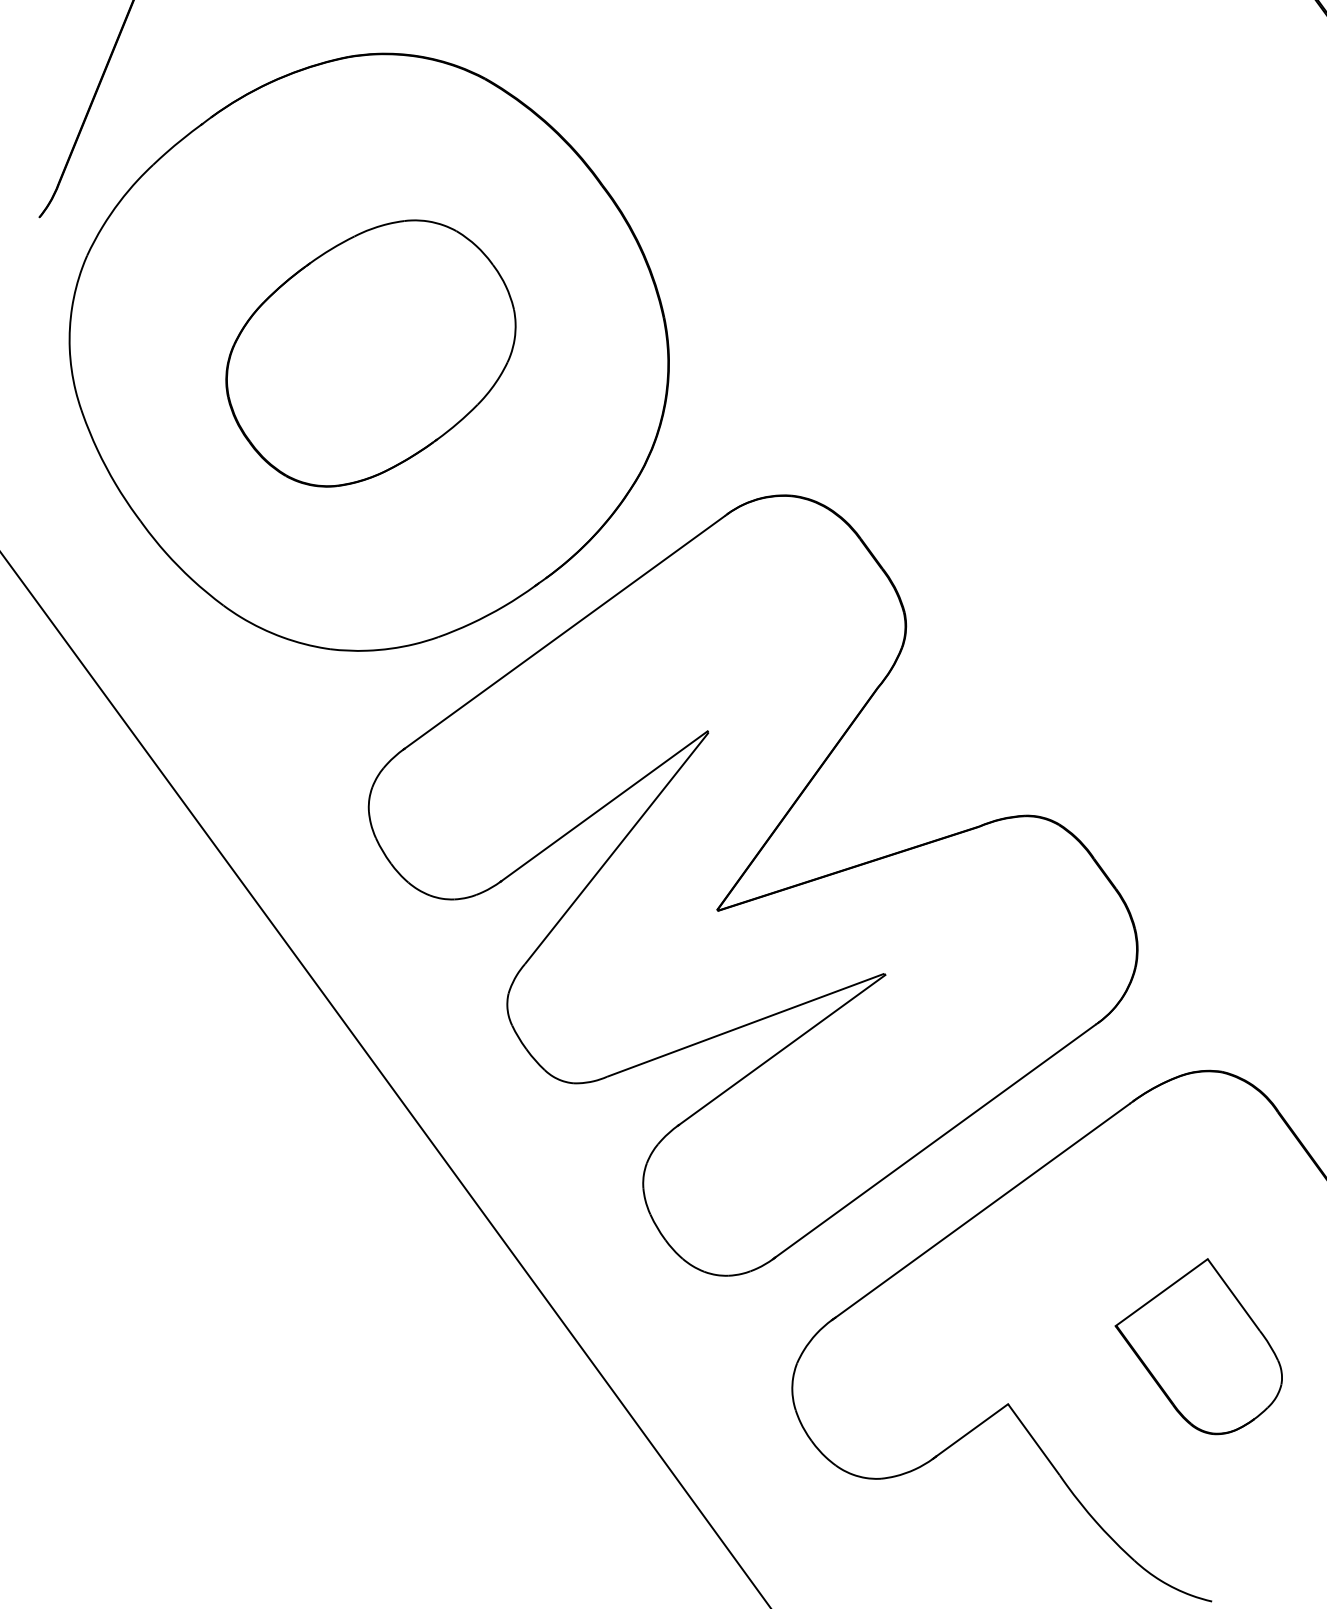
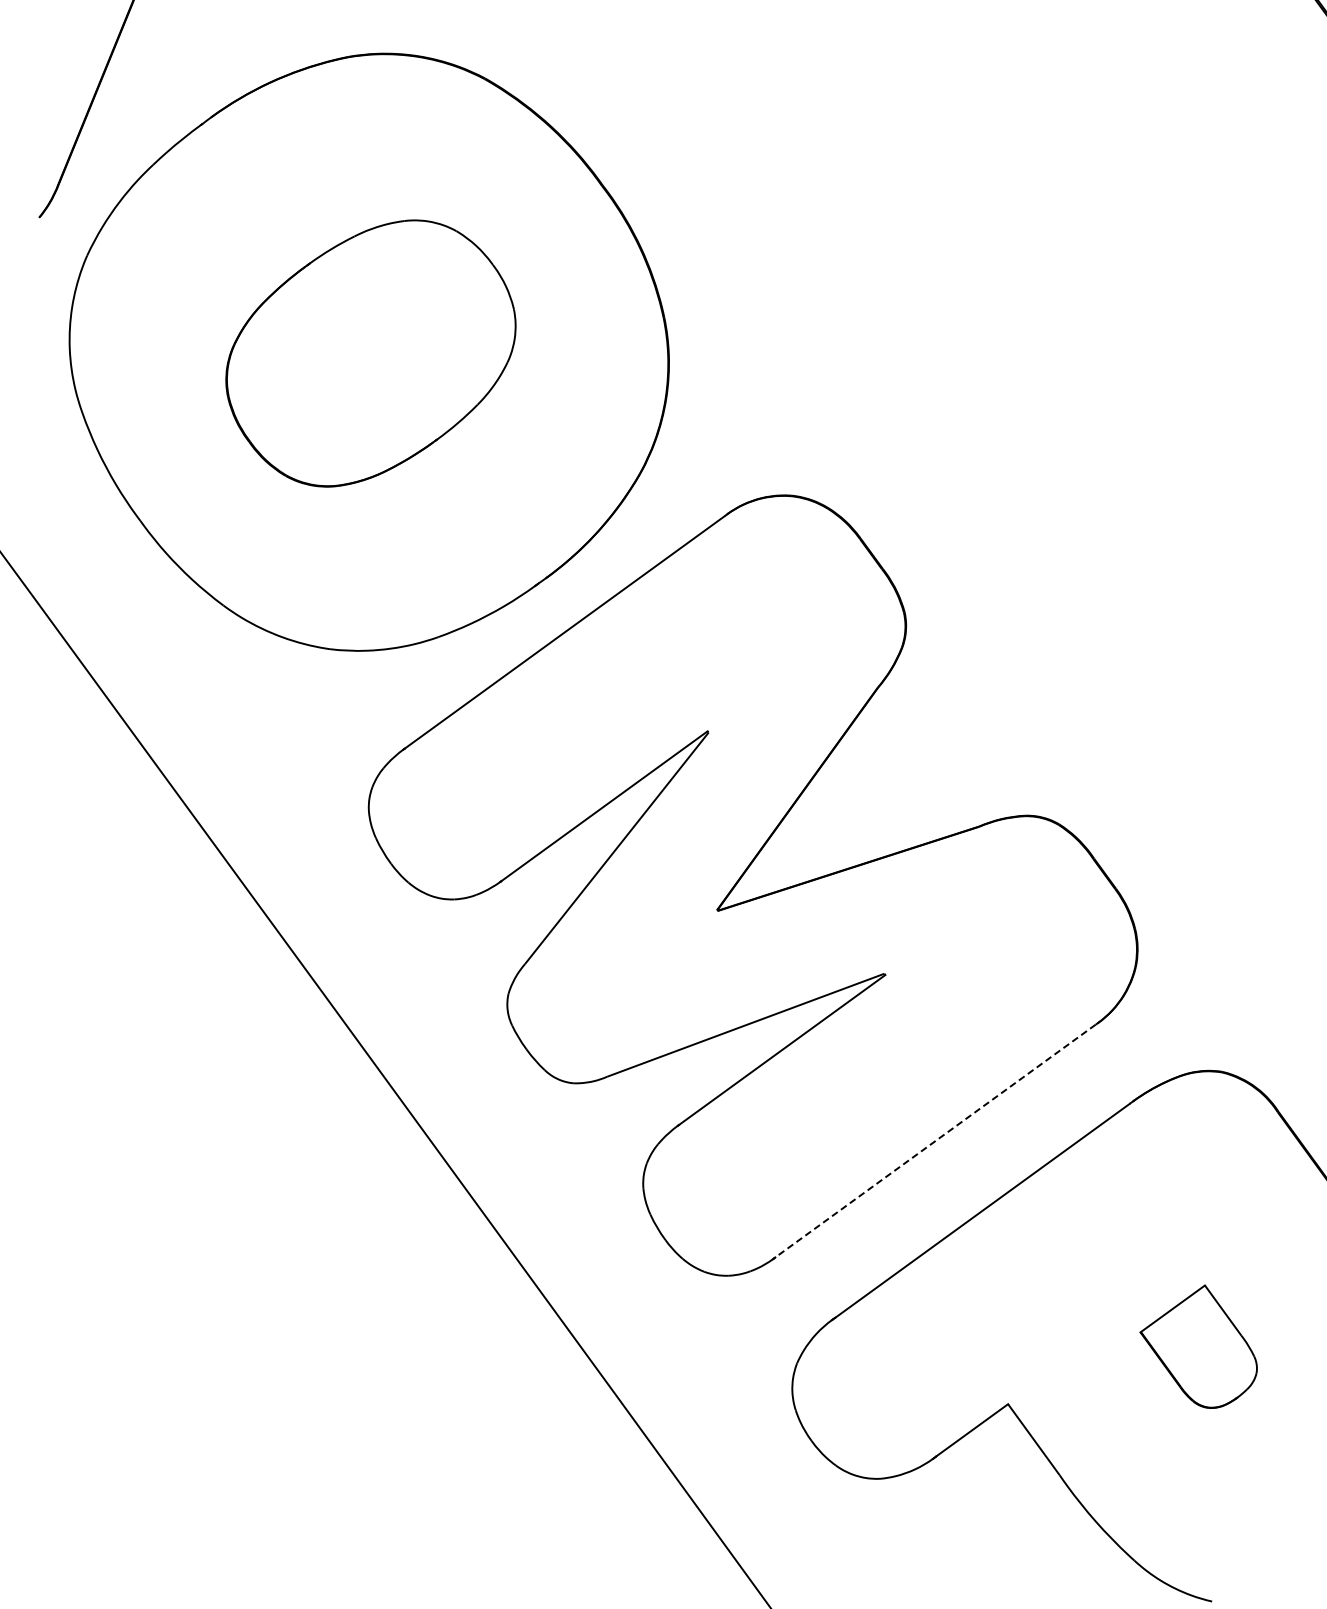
line at (935, 1141): solid -> dashed
part at (1198, 1346) size: 169x178 px -> 119x125 px
